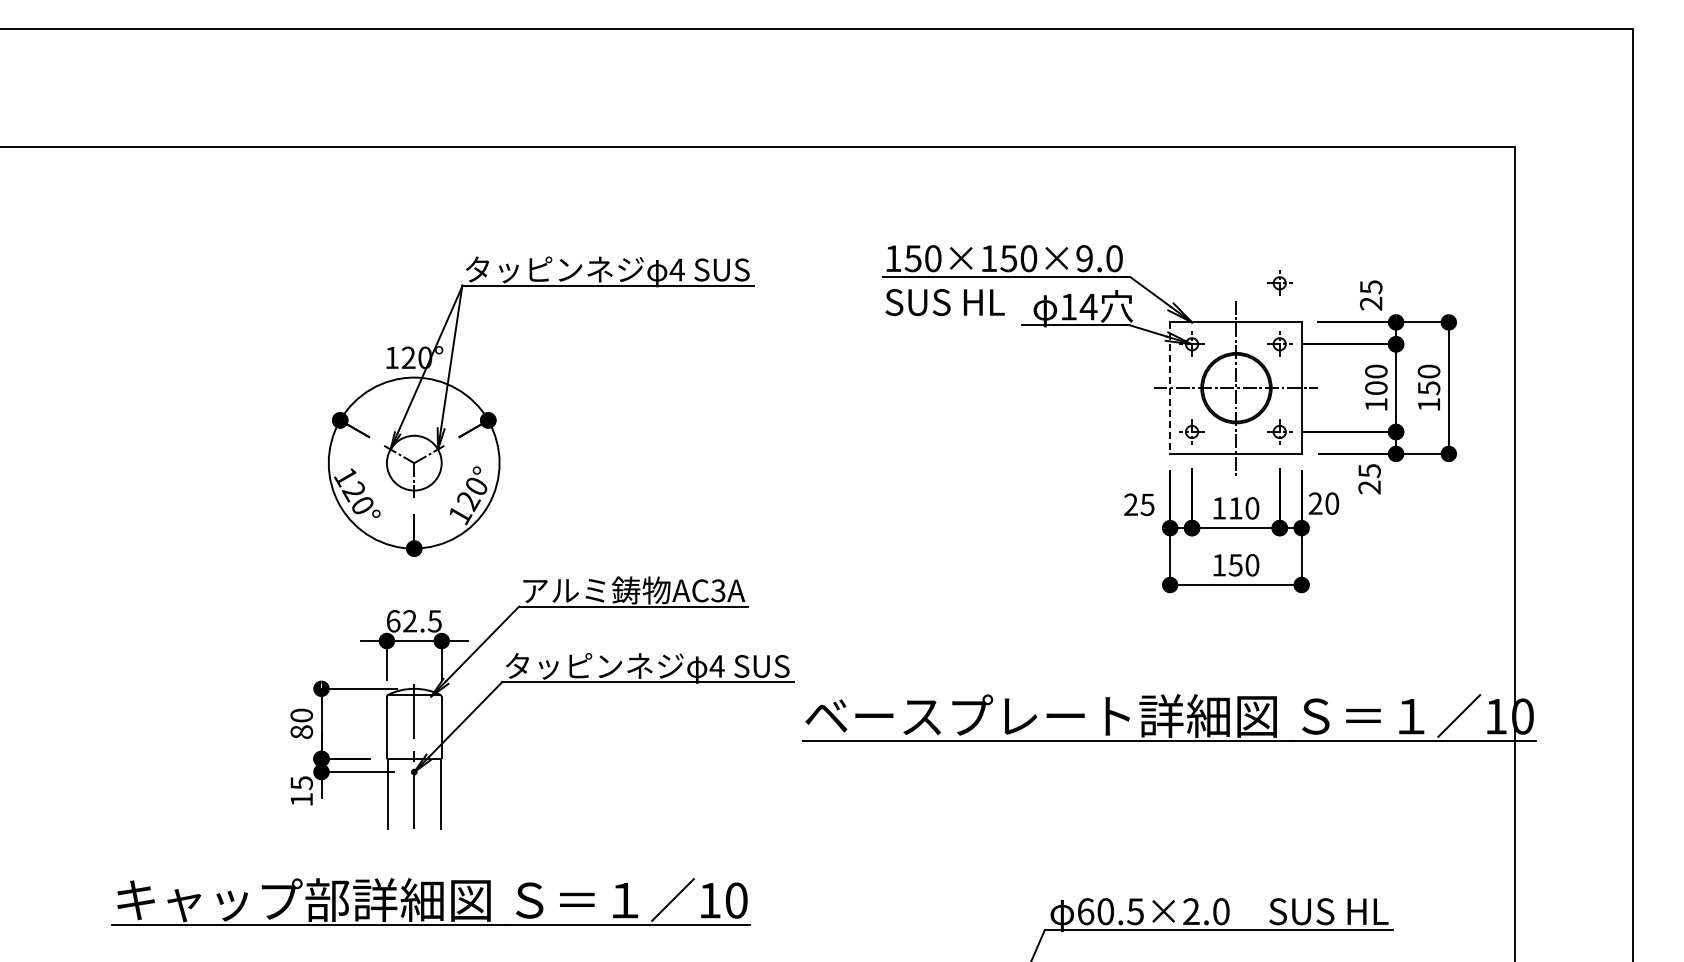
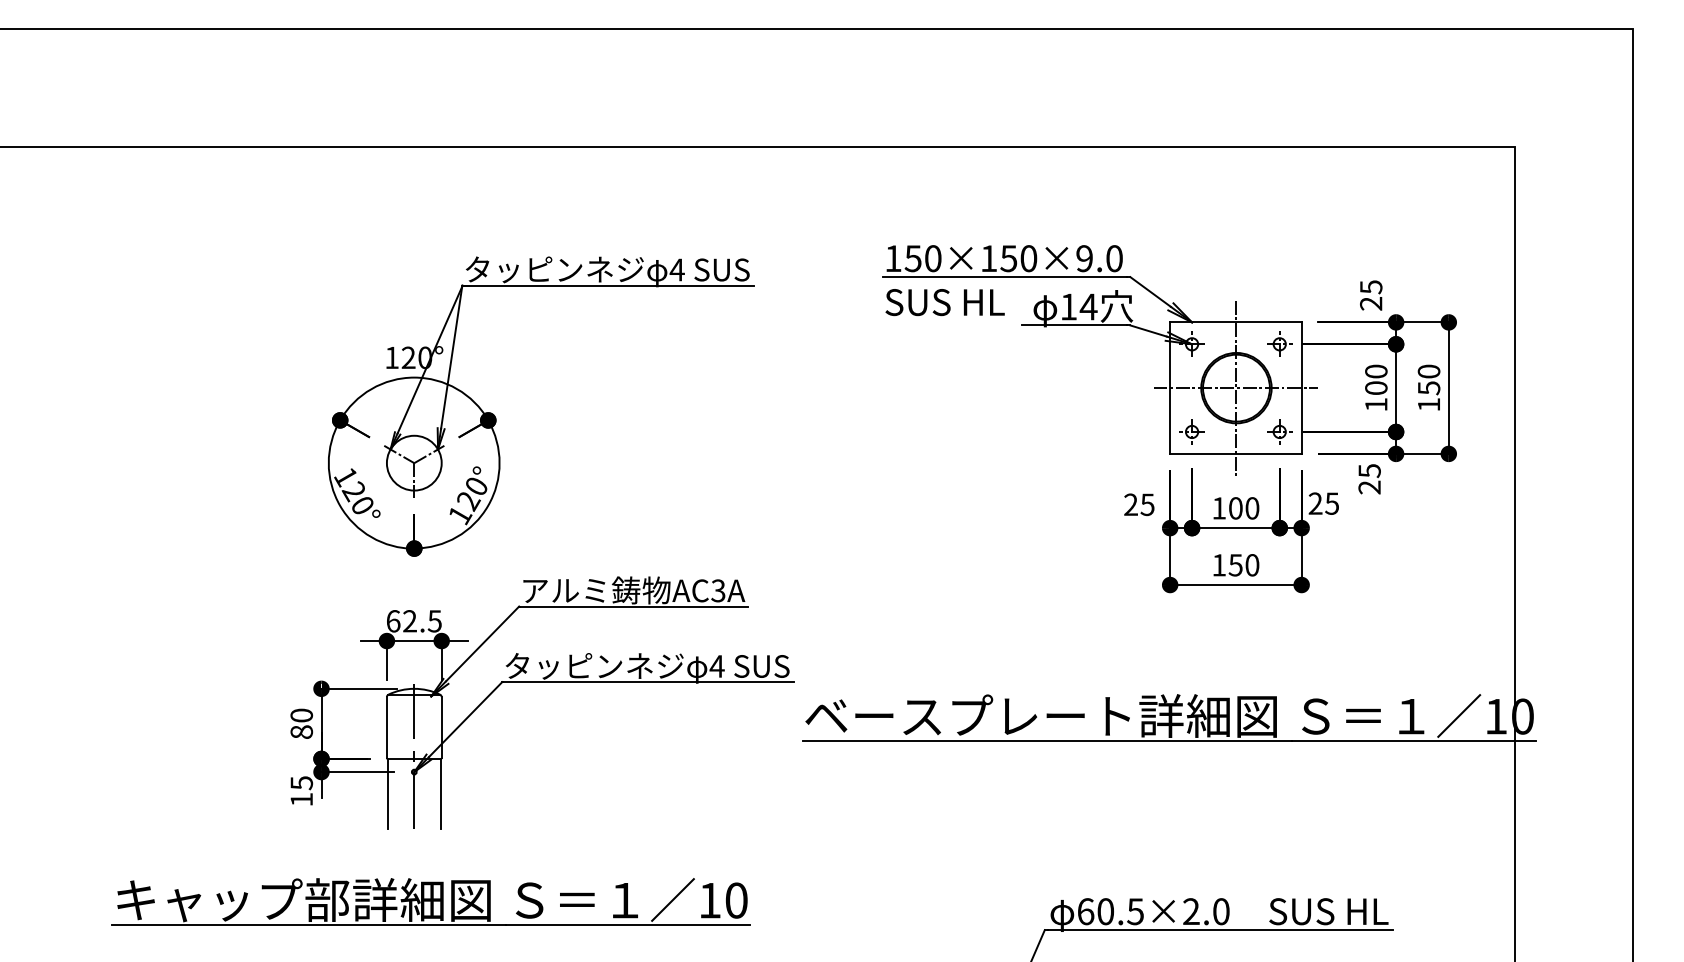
part at (1279, 282): present -> none
line at (1170, 388): dashed -> solid
text at (1332, 503): 20 -> 25
text at (1235, 508): 110 -> 100
